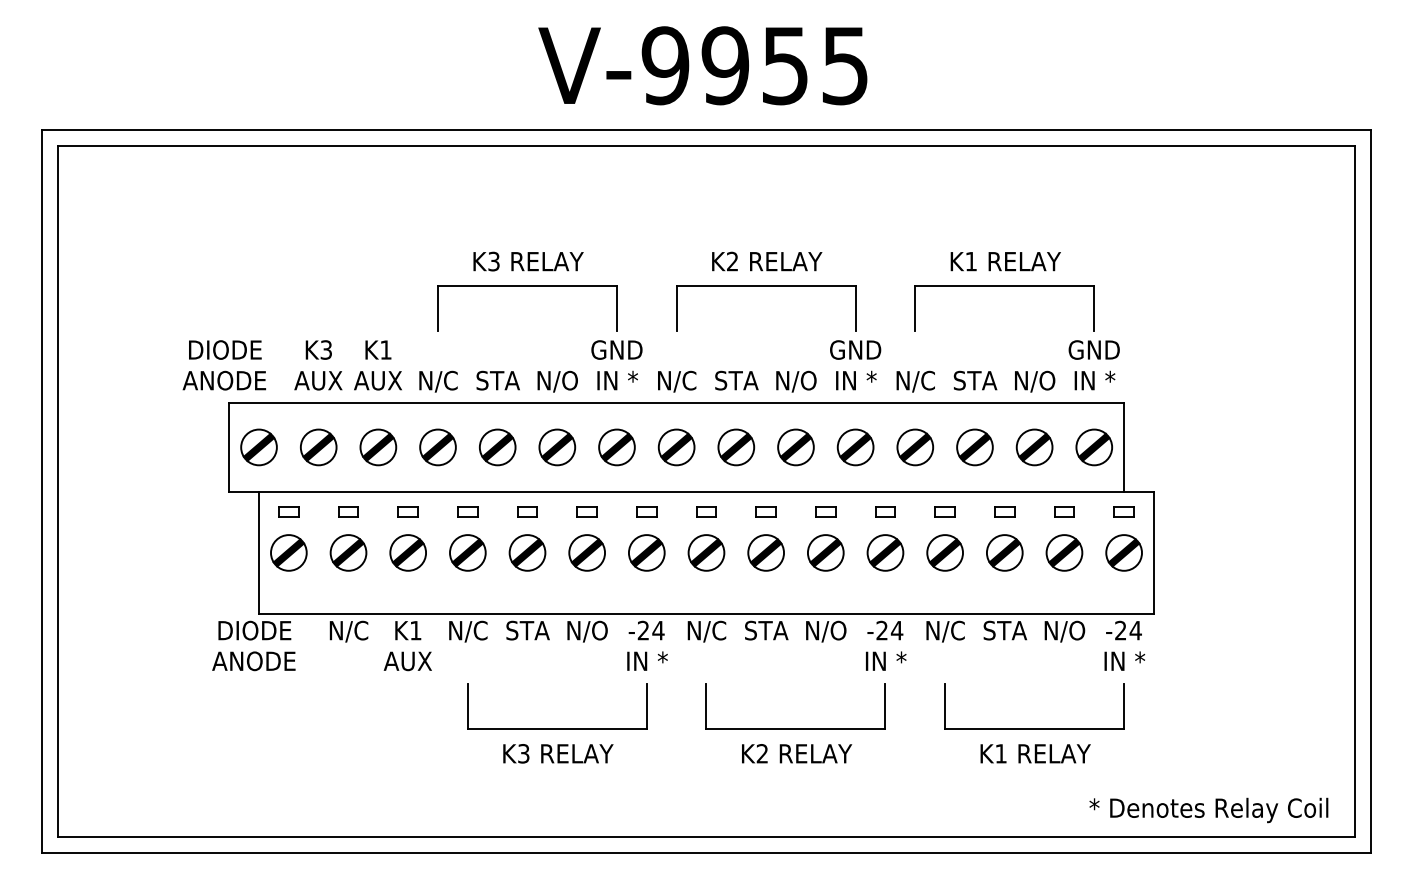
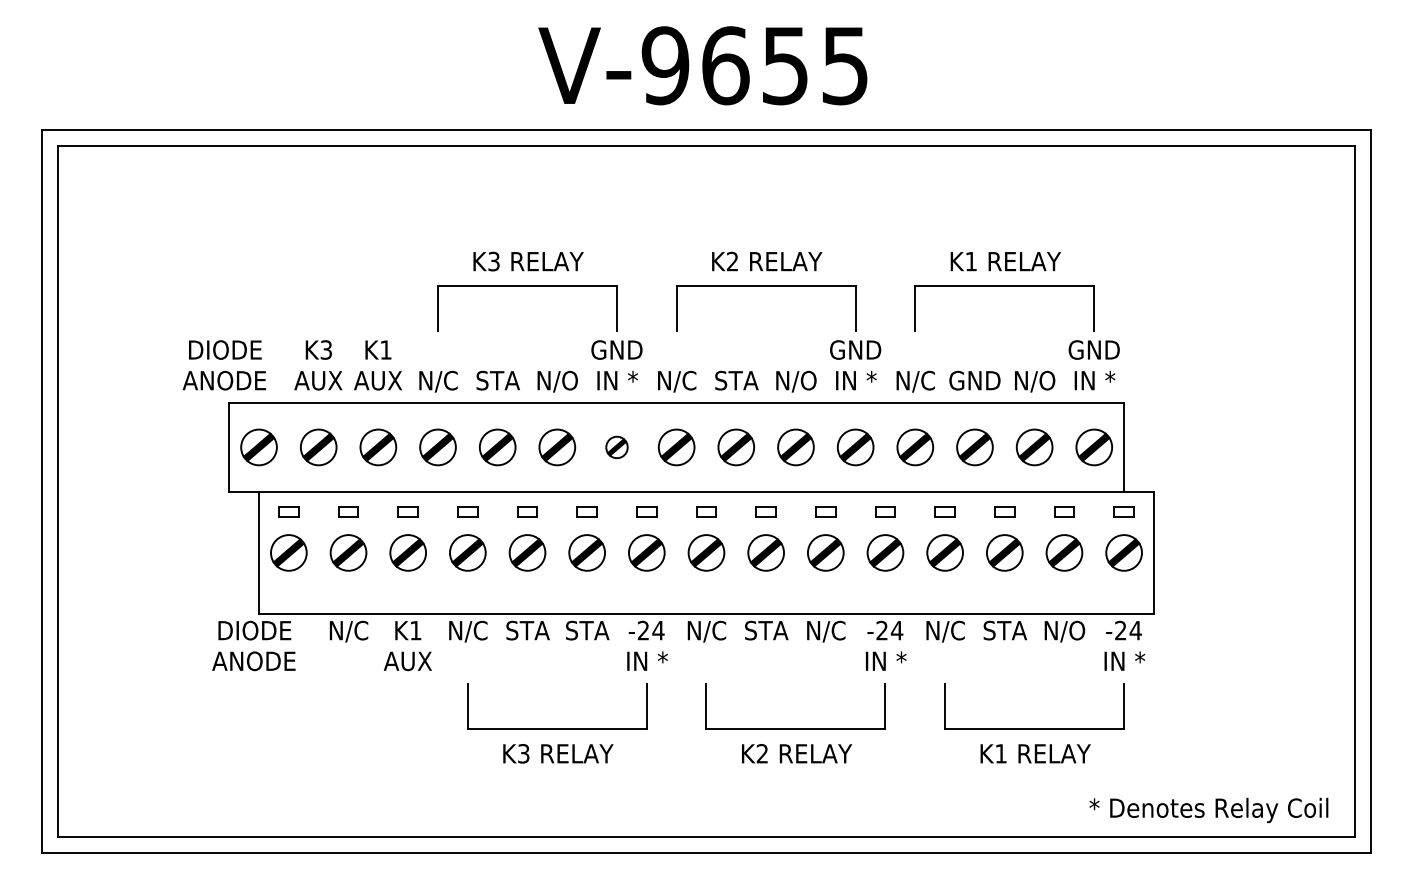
text at (725, 65): V-9955 -> V-9655
text at (974, 380): STA -> GND
part at (616, 447) size: 38x39 px -> 24x25 px
text at (587, 631): N/O -> STA
text at (826, 631): N/O -> N/C
